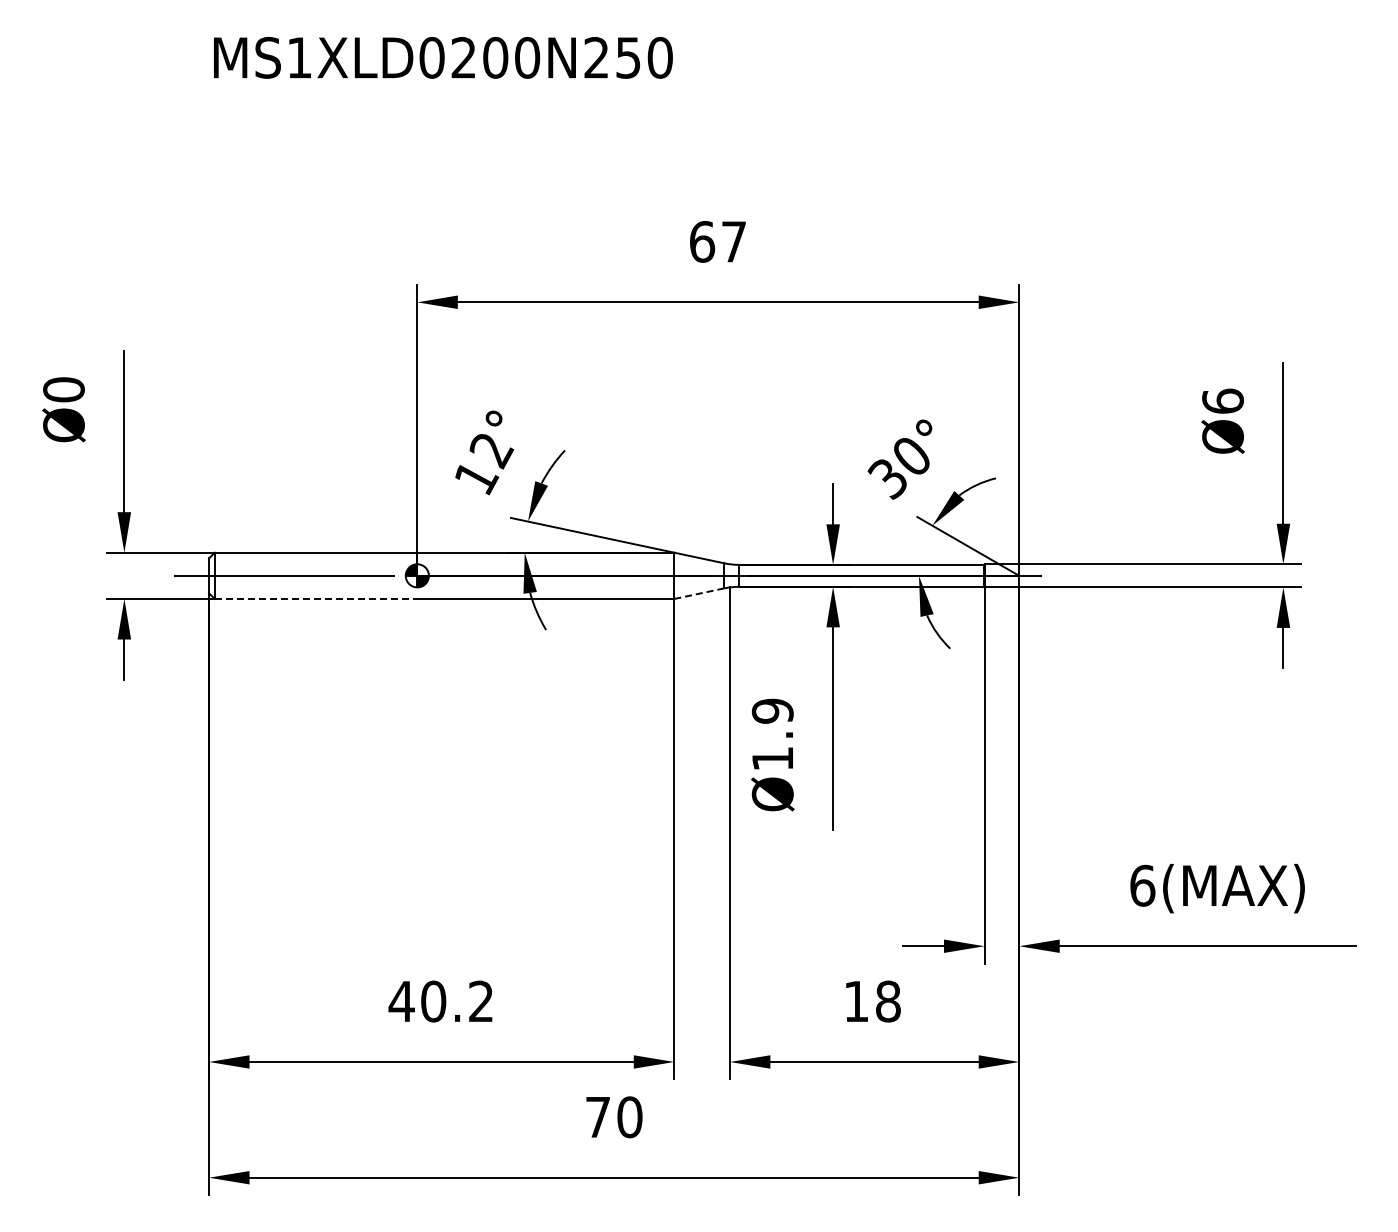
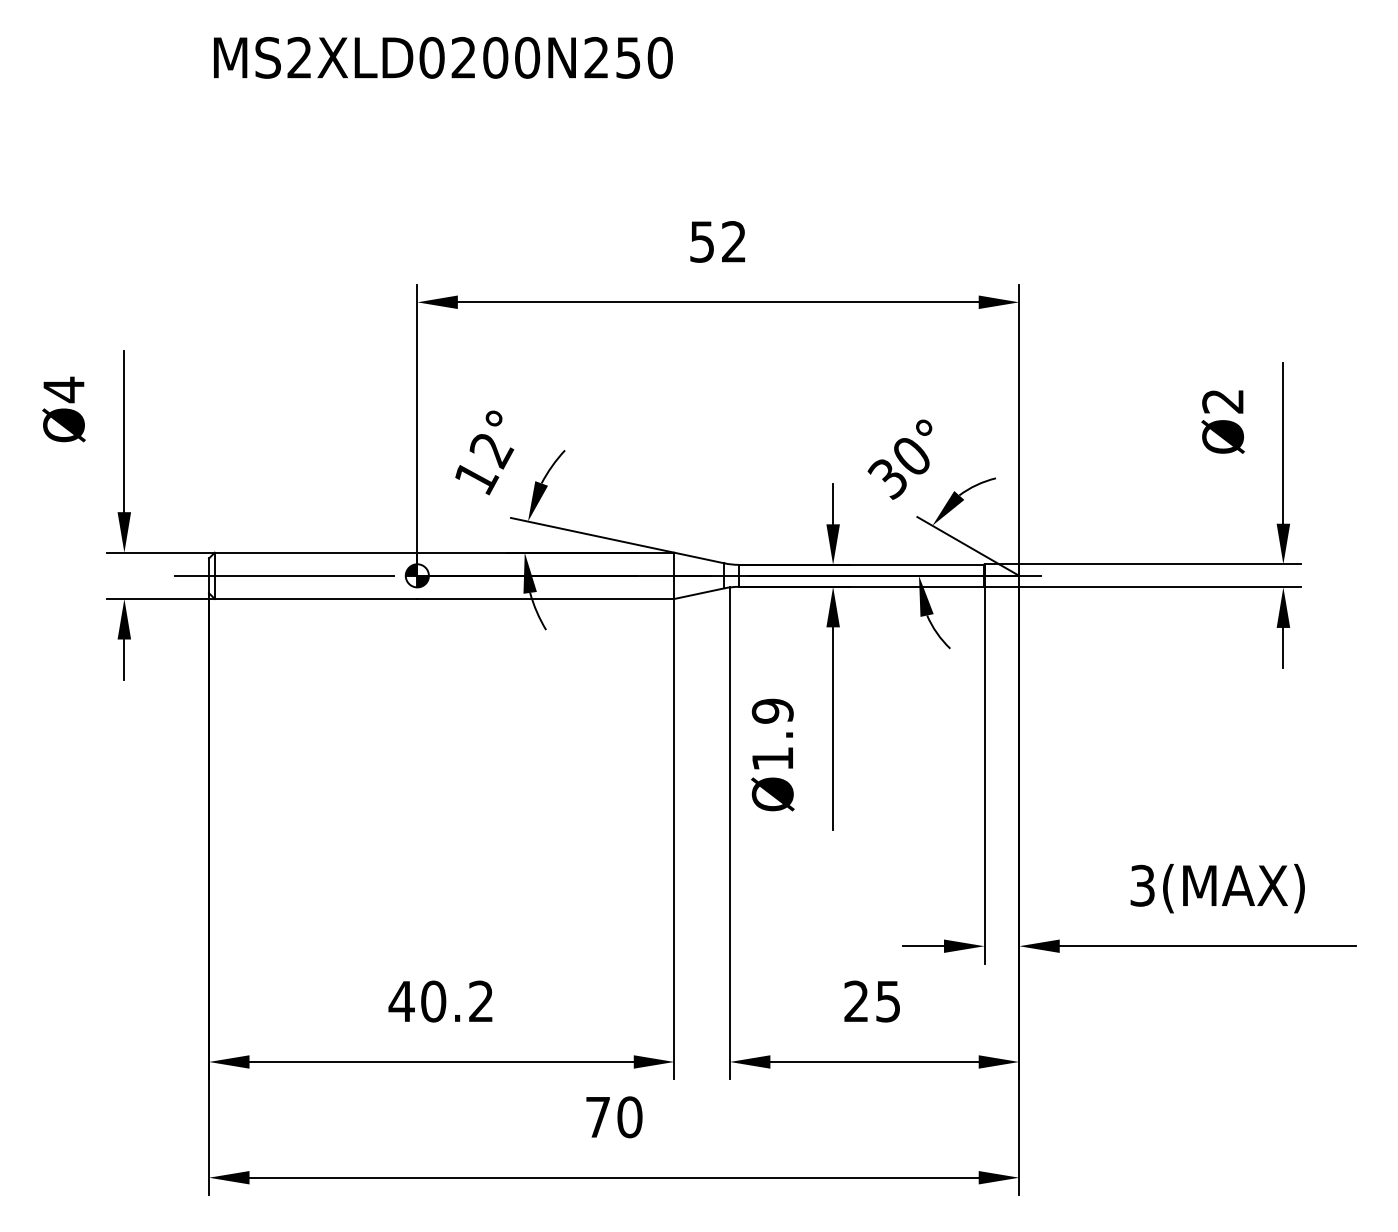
text at (299, 57): MS1XLD0200N250 -> MS2XLD0200N250
text at (717, 241): 67 -> 52
text at (63, 389): Ø0 -> Ø4
text at (1223, 400): Ø6 -> Ø2
line at (699, 593): dashed -> solid
line at (316, 599): dashed -> solid
text at (1142, 885): 6(MAX) -> 3(MAX)
text at (872, 1001): 18 -> 25
